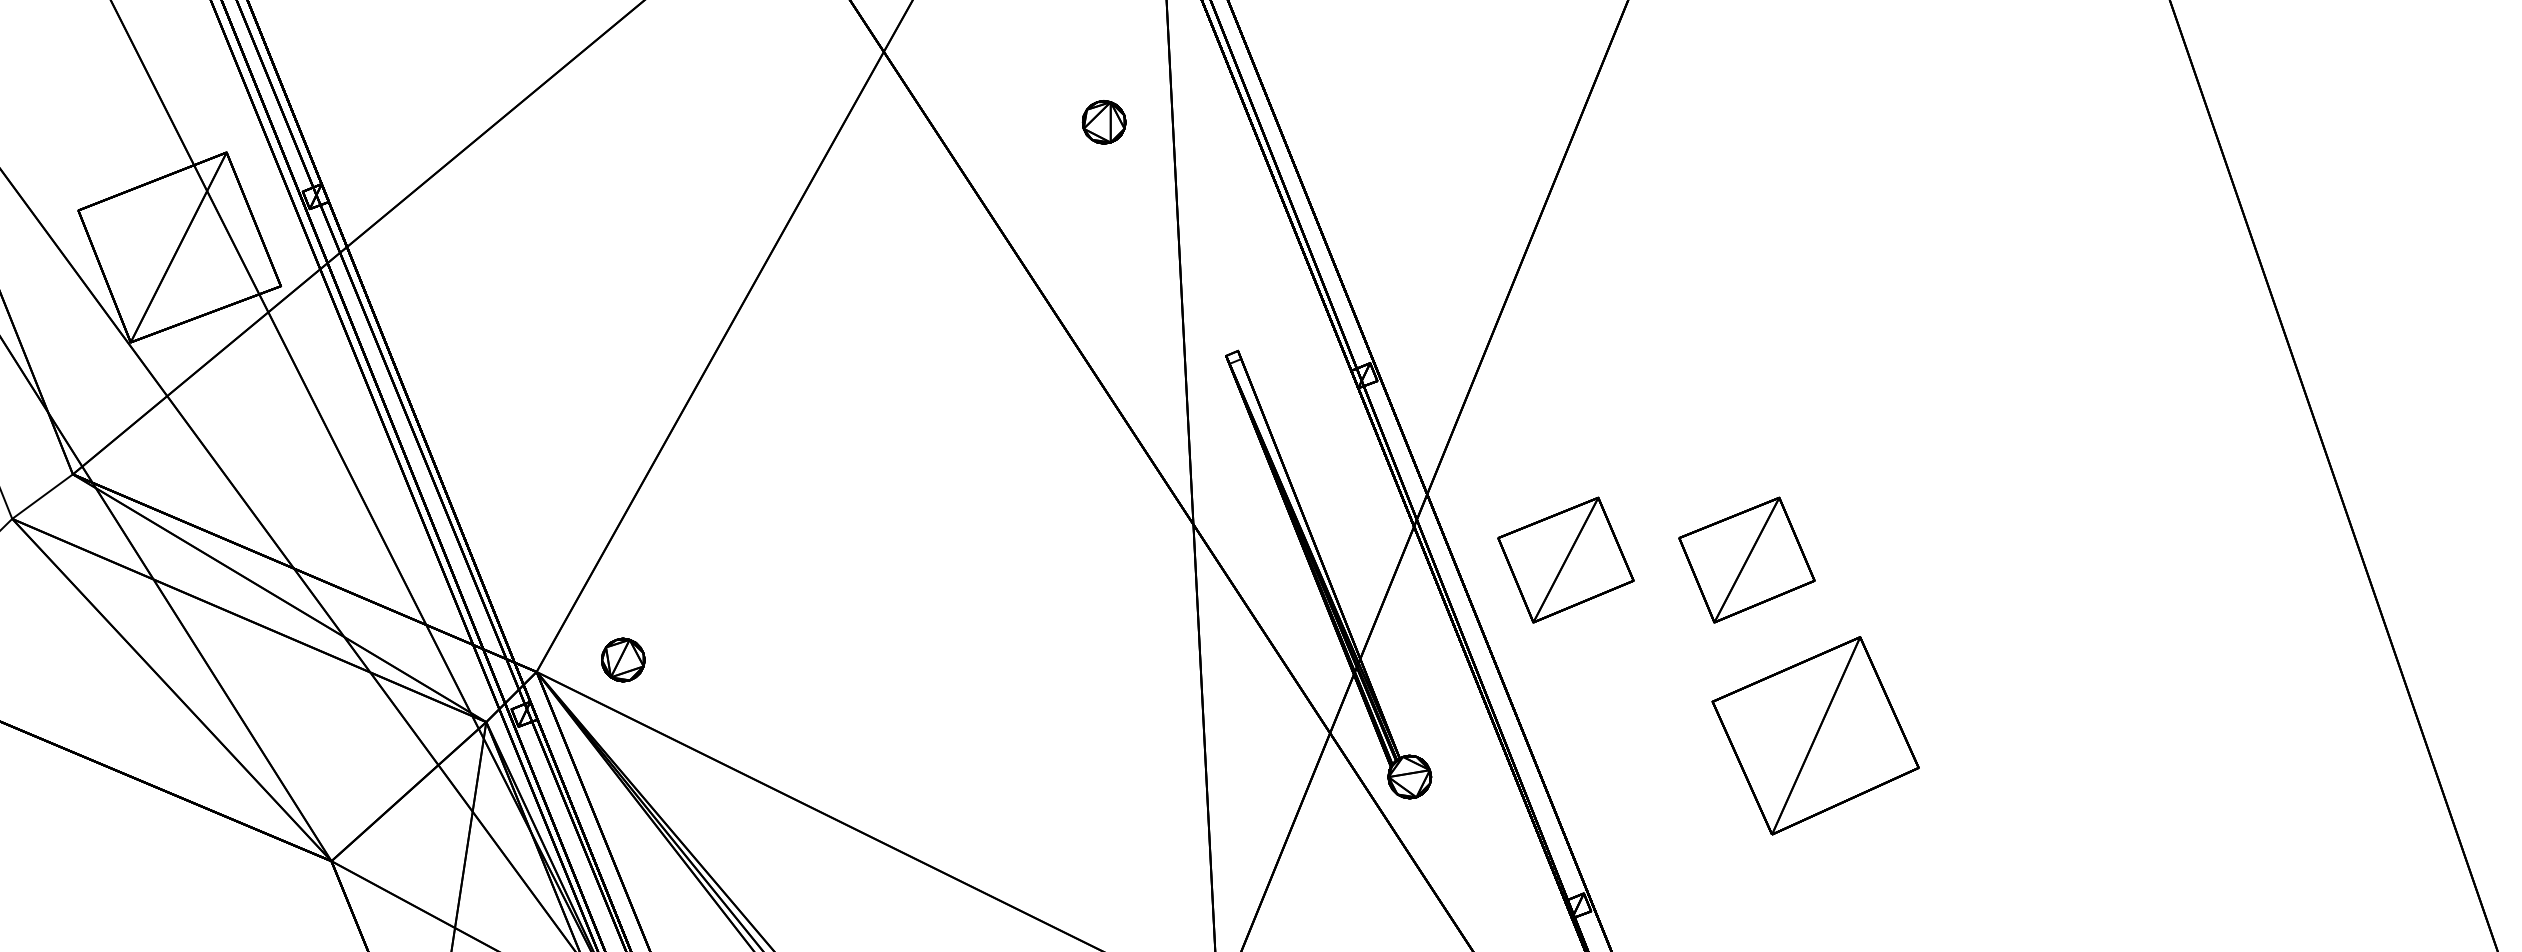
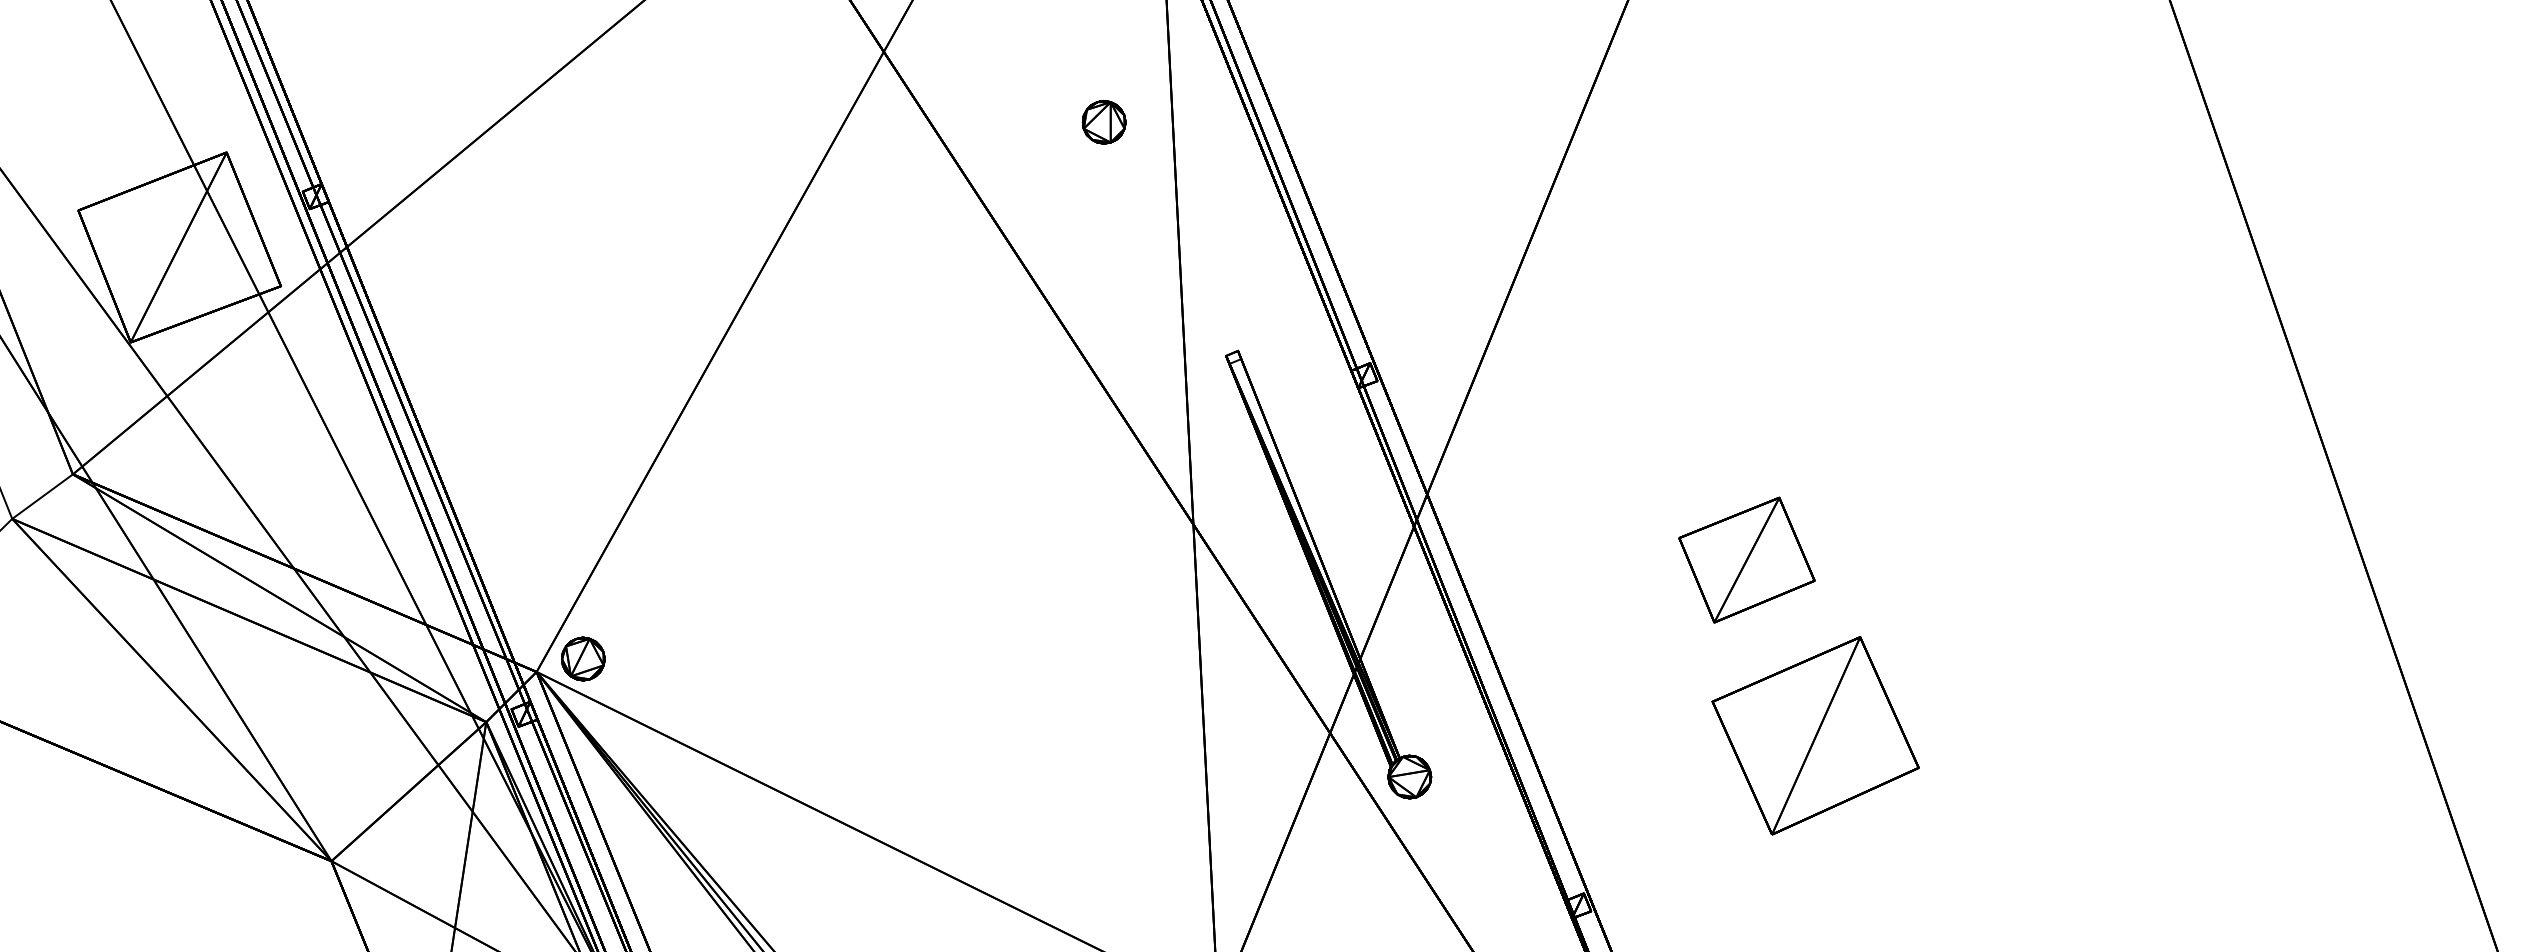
part at (1565, 559): present -> none
part at (623, 659) position: (623, 659) -> (583, 658)
